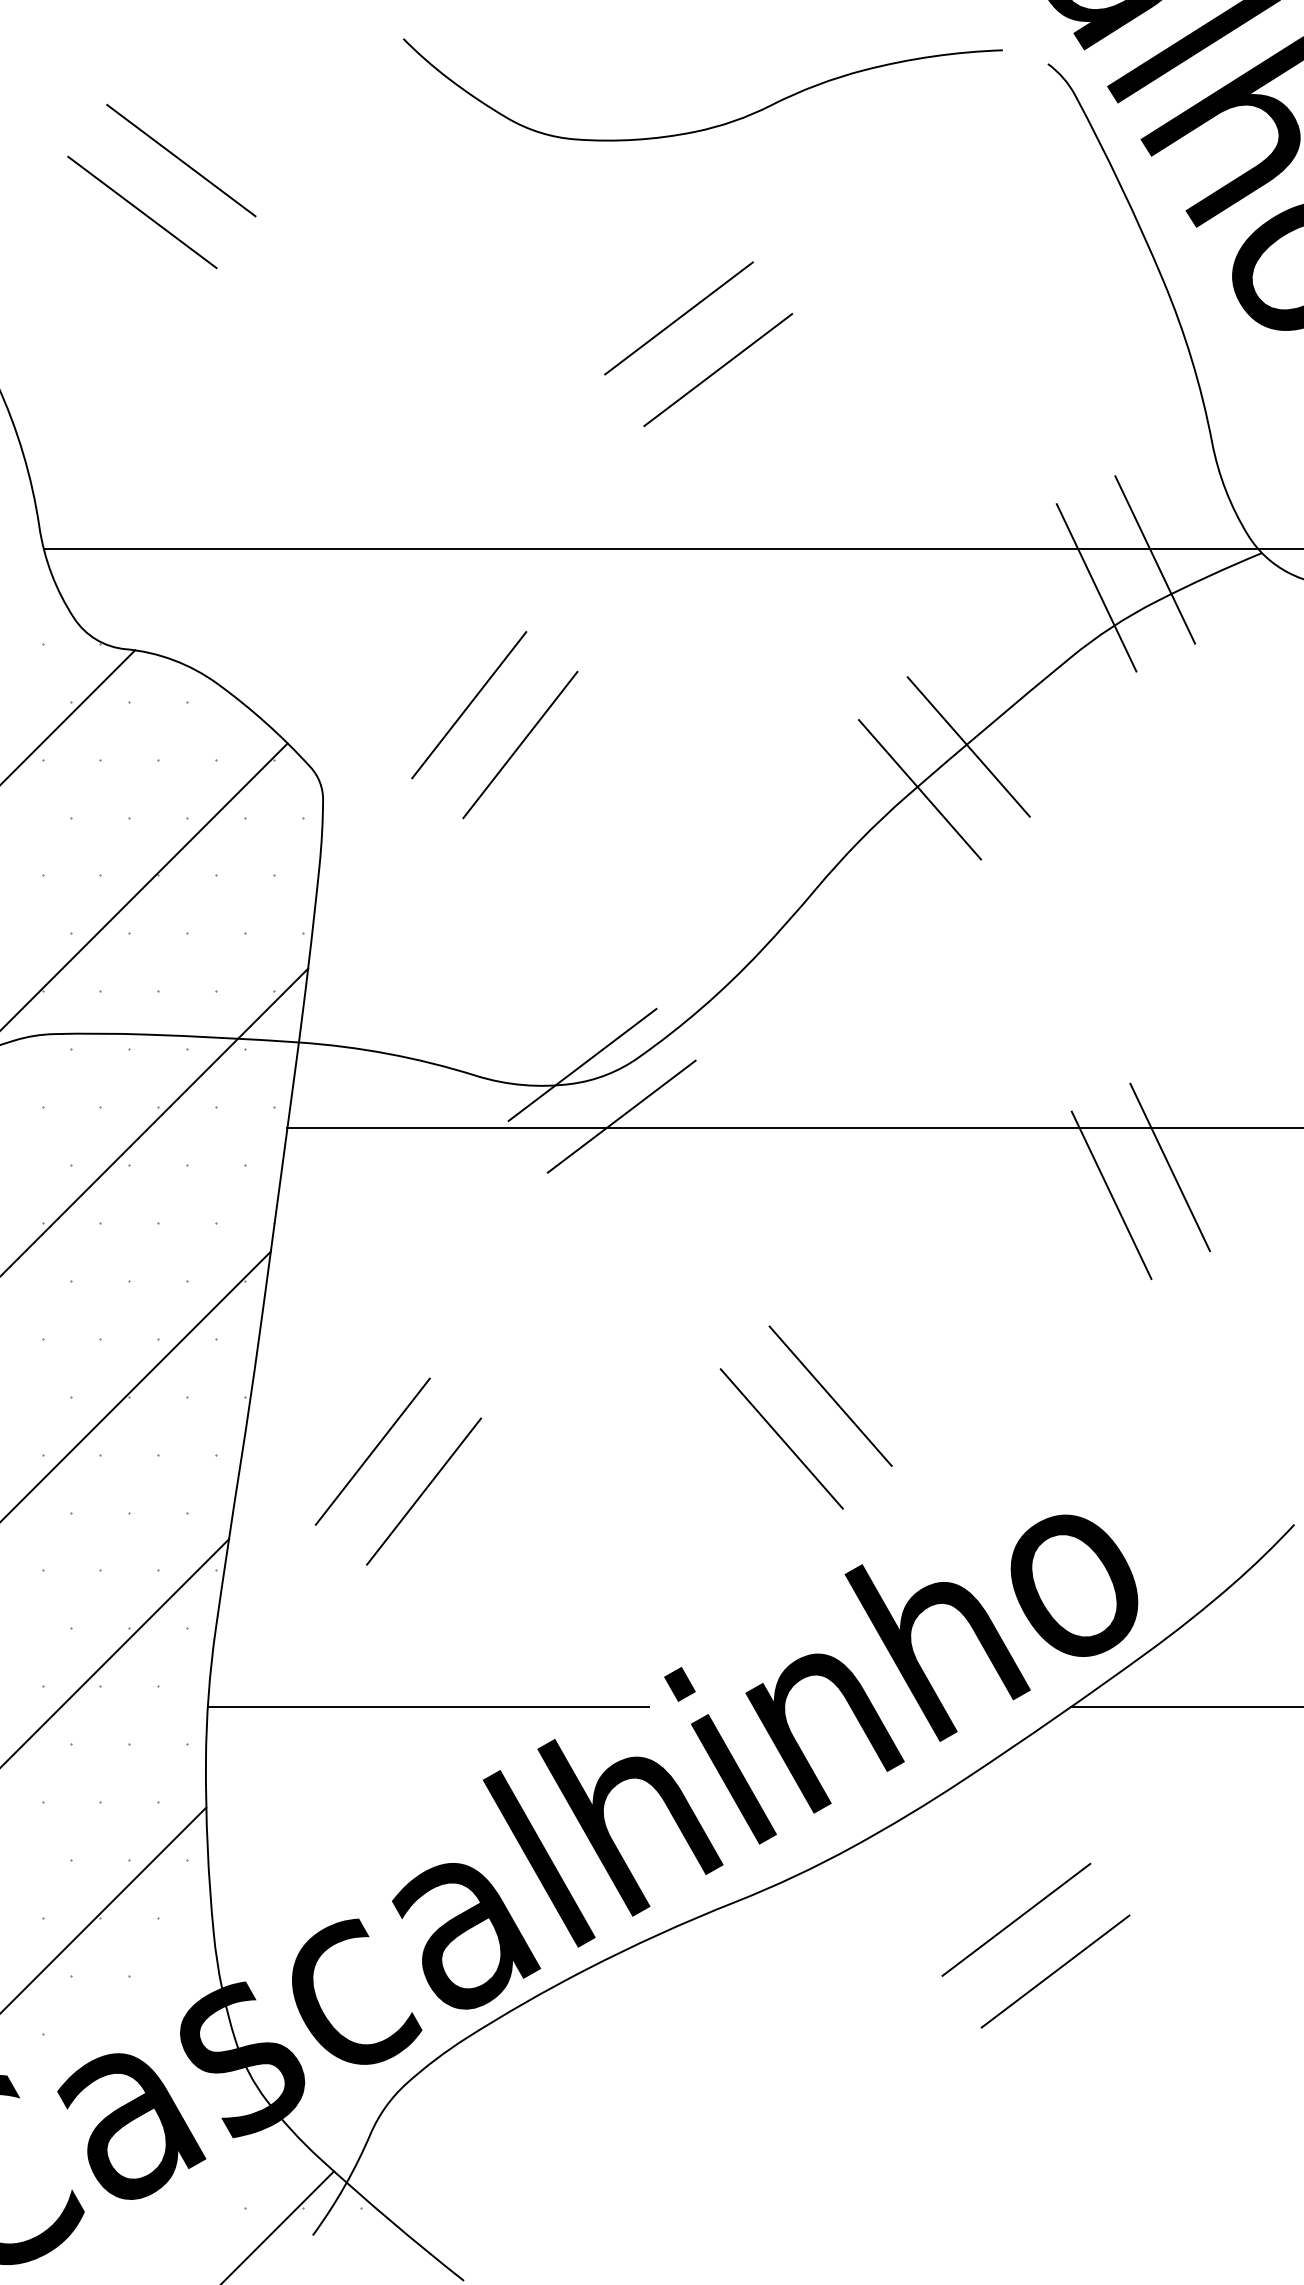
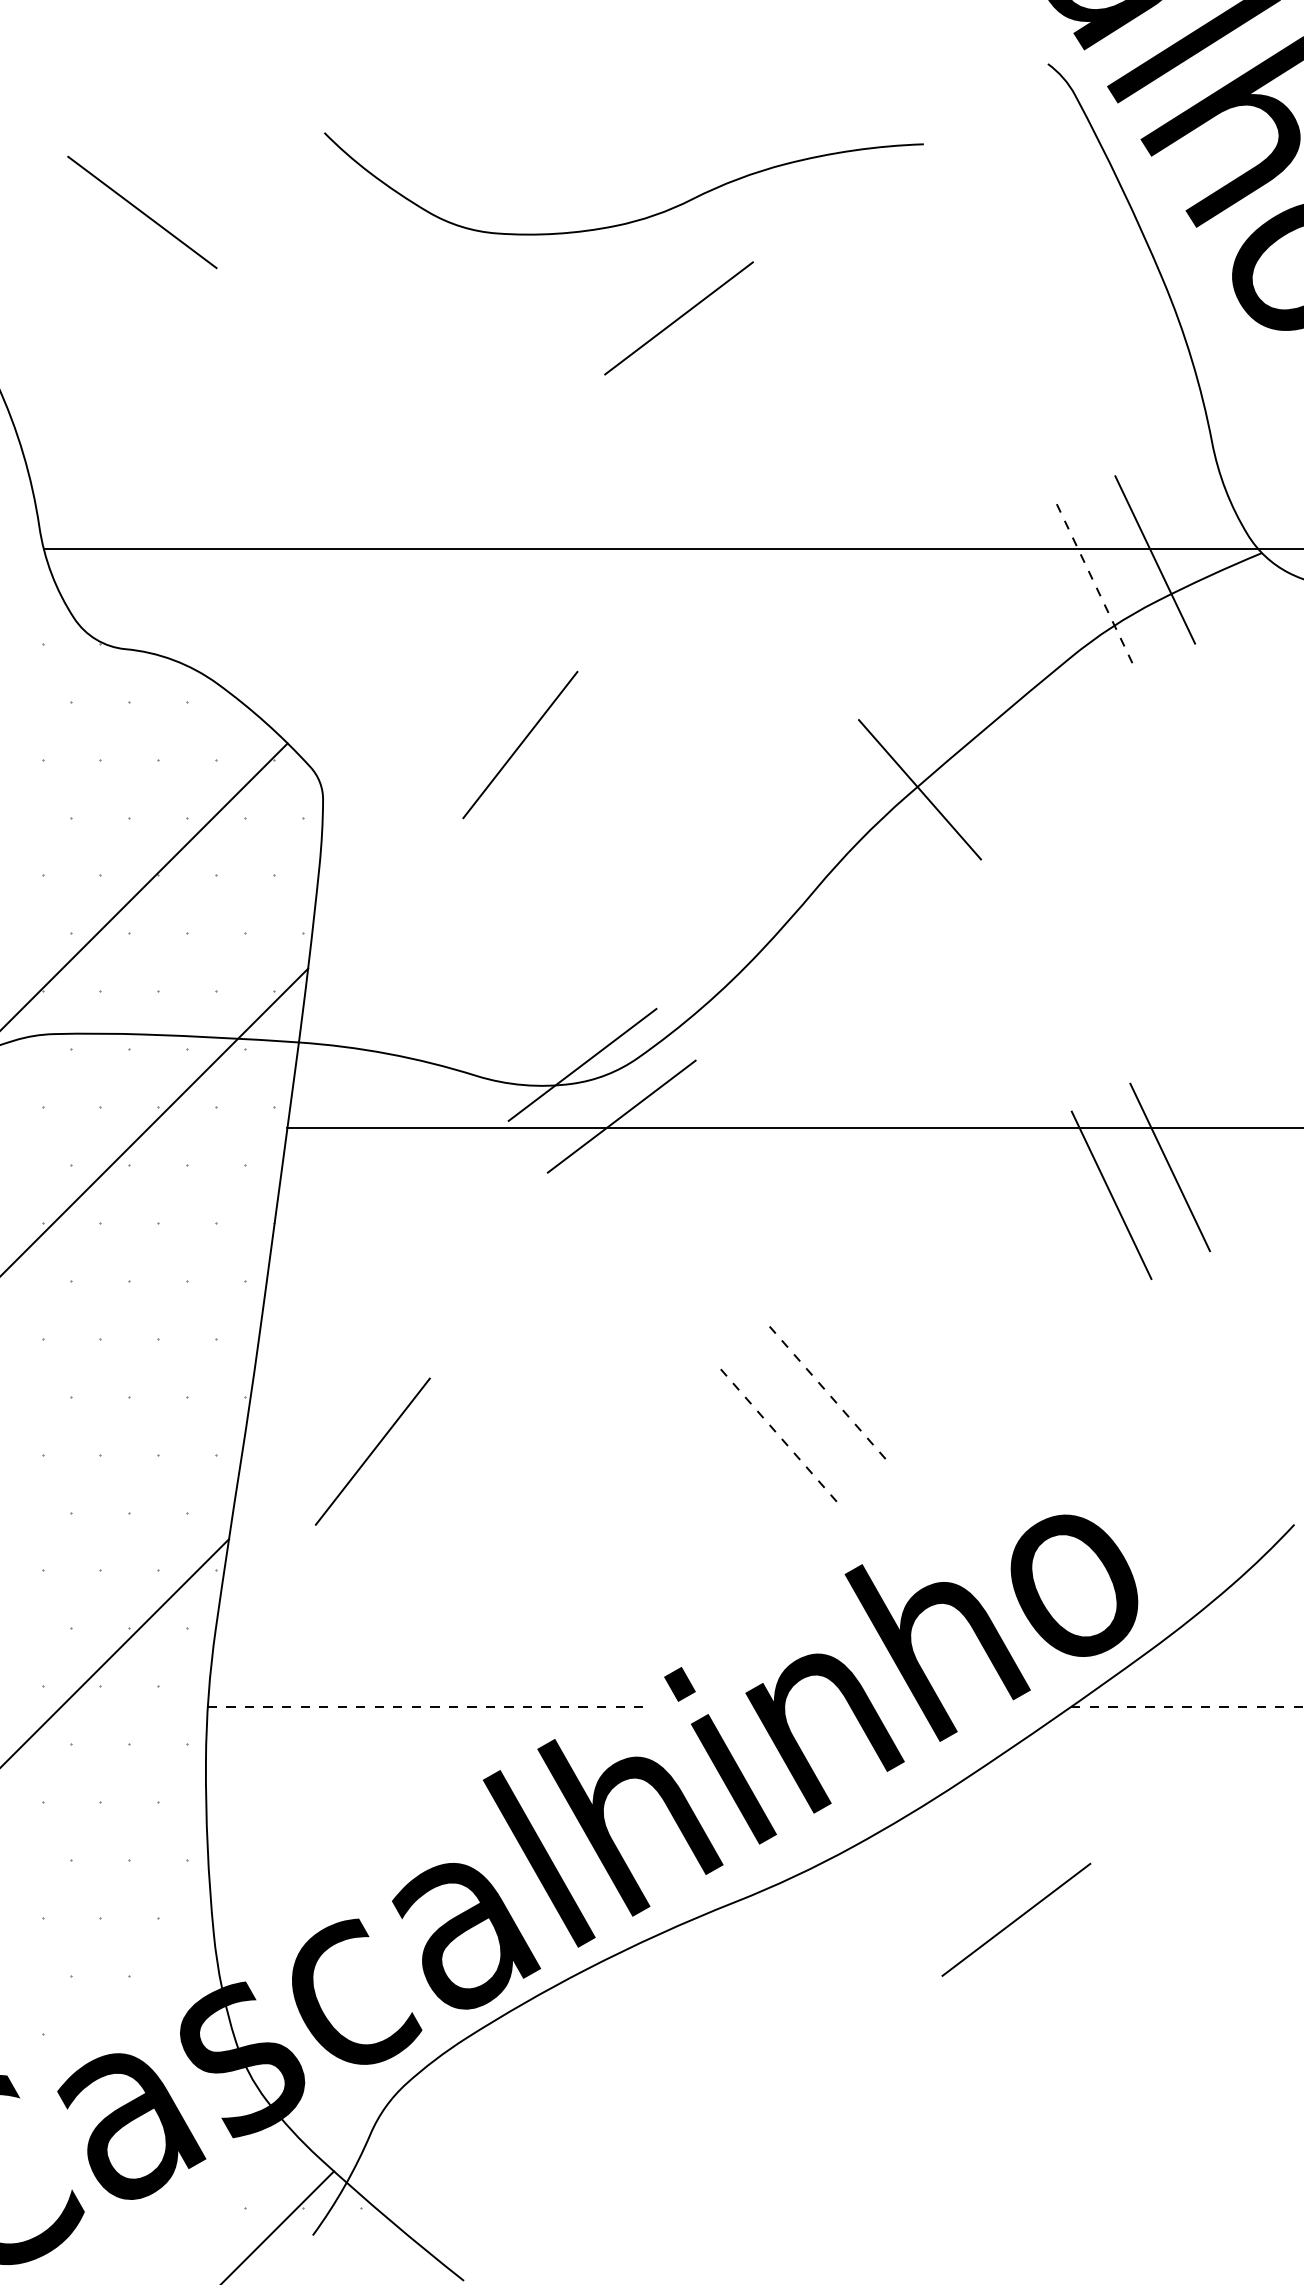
curve at (715, 125) position: (715, 125) -> (636, 219)
line at (181, 160): present -> none
line at (718, 370): present -> none
line at (1096, 587): solid -> dashed
line at (469, 705): present -> none
line at (68, 716): present -> none
line at (968, 746): present -> none
line at (136, 1385): present -> none
line at (830, 1396): solid -> dashed
line at (781, 1438): solid -> dashed
line at (424, 1491): present -> none
line at (428, 1707): solid -> dashed
line at (1187, 1707): solid -> dashed
line at (104, 1909): present -> none
line at (1055, 1971): present -> none
